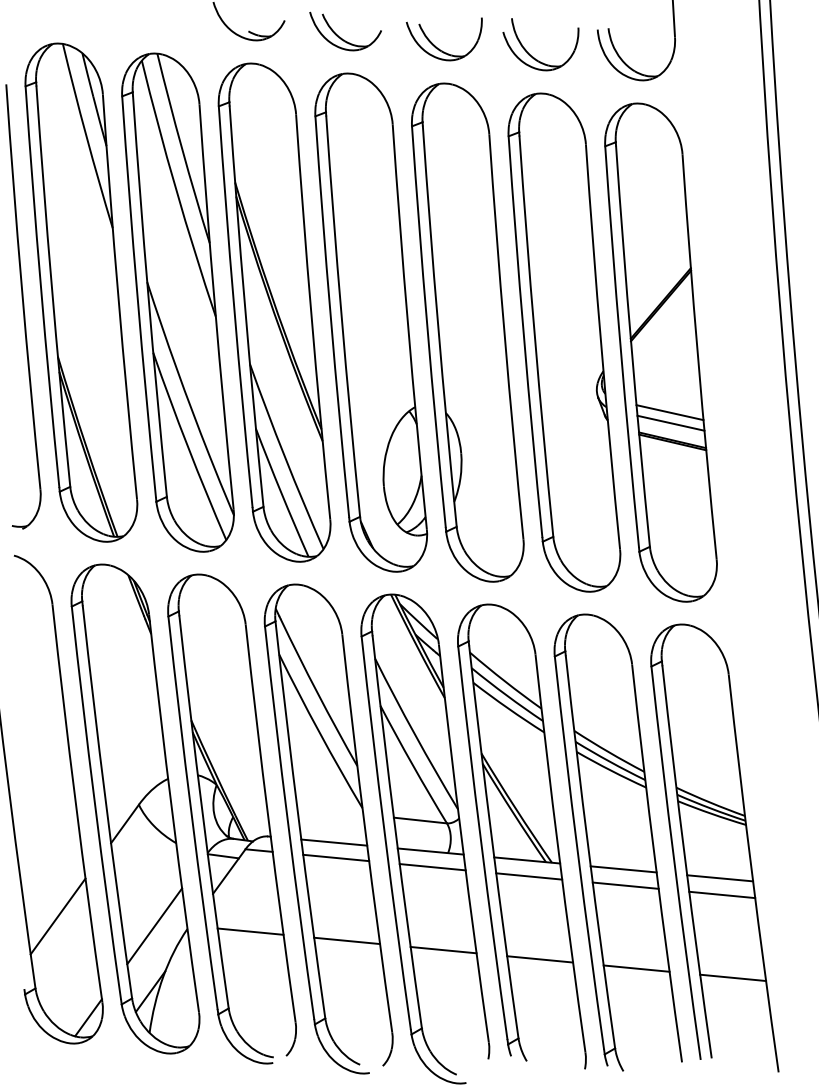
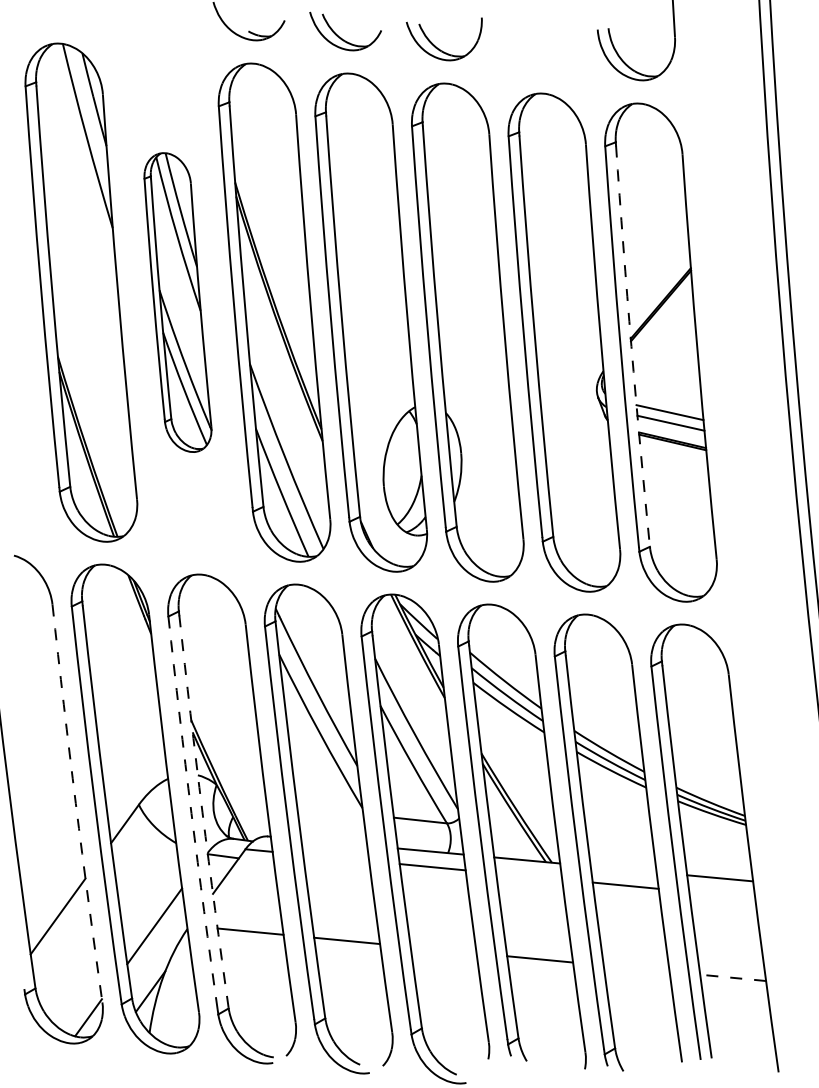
part at (533, 56): present -> none
part at (177, 302) size: 114x501 px -> 70x301 px
part at (23, 306): present -> none
arc at (631, 346): solid -> dashed
arc at (75, 803): solid -> dashed
arc at (202, 812): solid -> dashed
arc at (191, 813): solid -> dashed
line at (334, 842): present -> none
line at (336, 857): present -> none
line at (623, 869): present -> none
line at (529, 876): present -> none
line at (722, 894): present -> none
line at (443, 949): present -> none
line at (636, 968): present -> none
line at (732, 977): solid -> dashed
